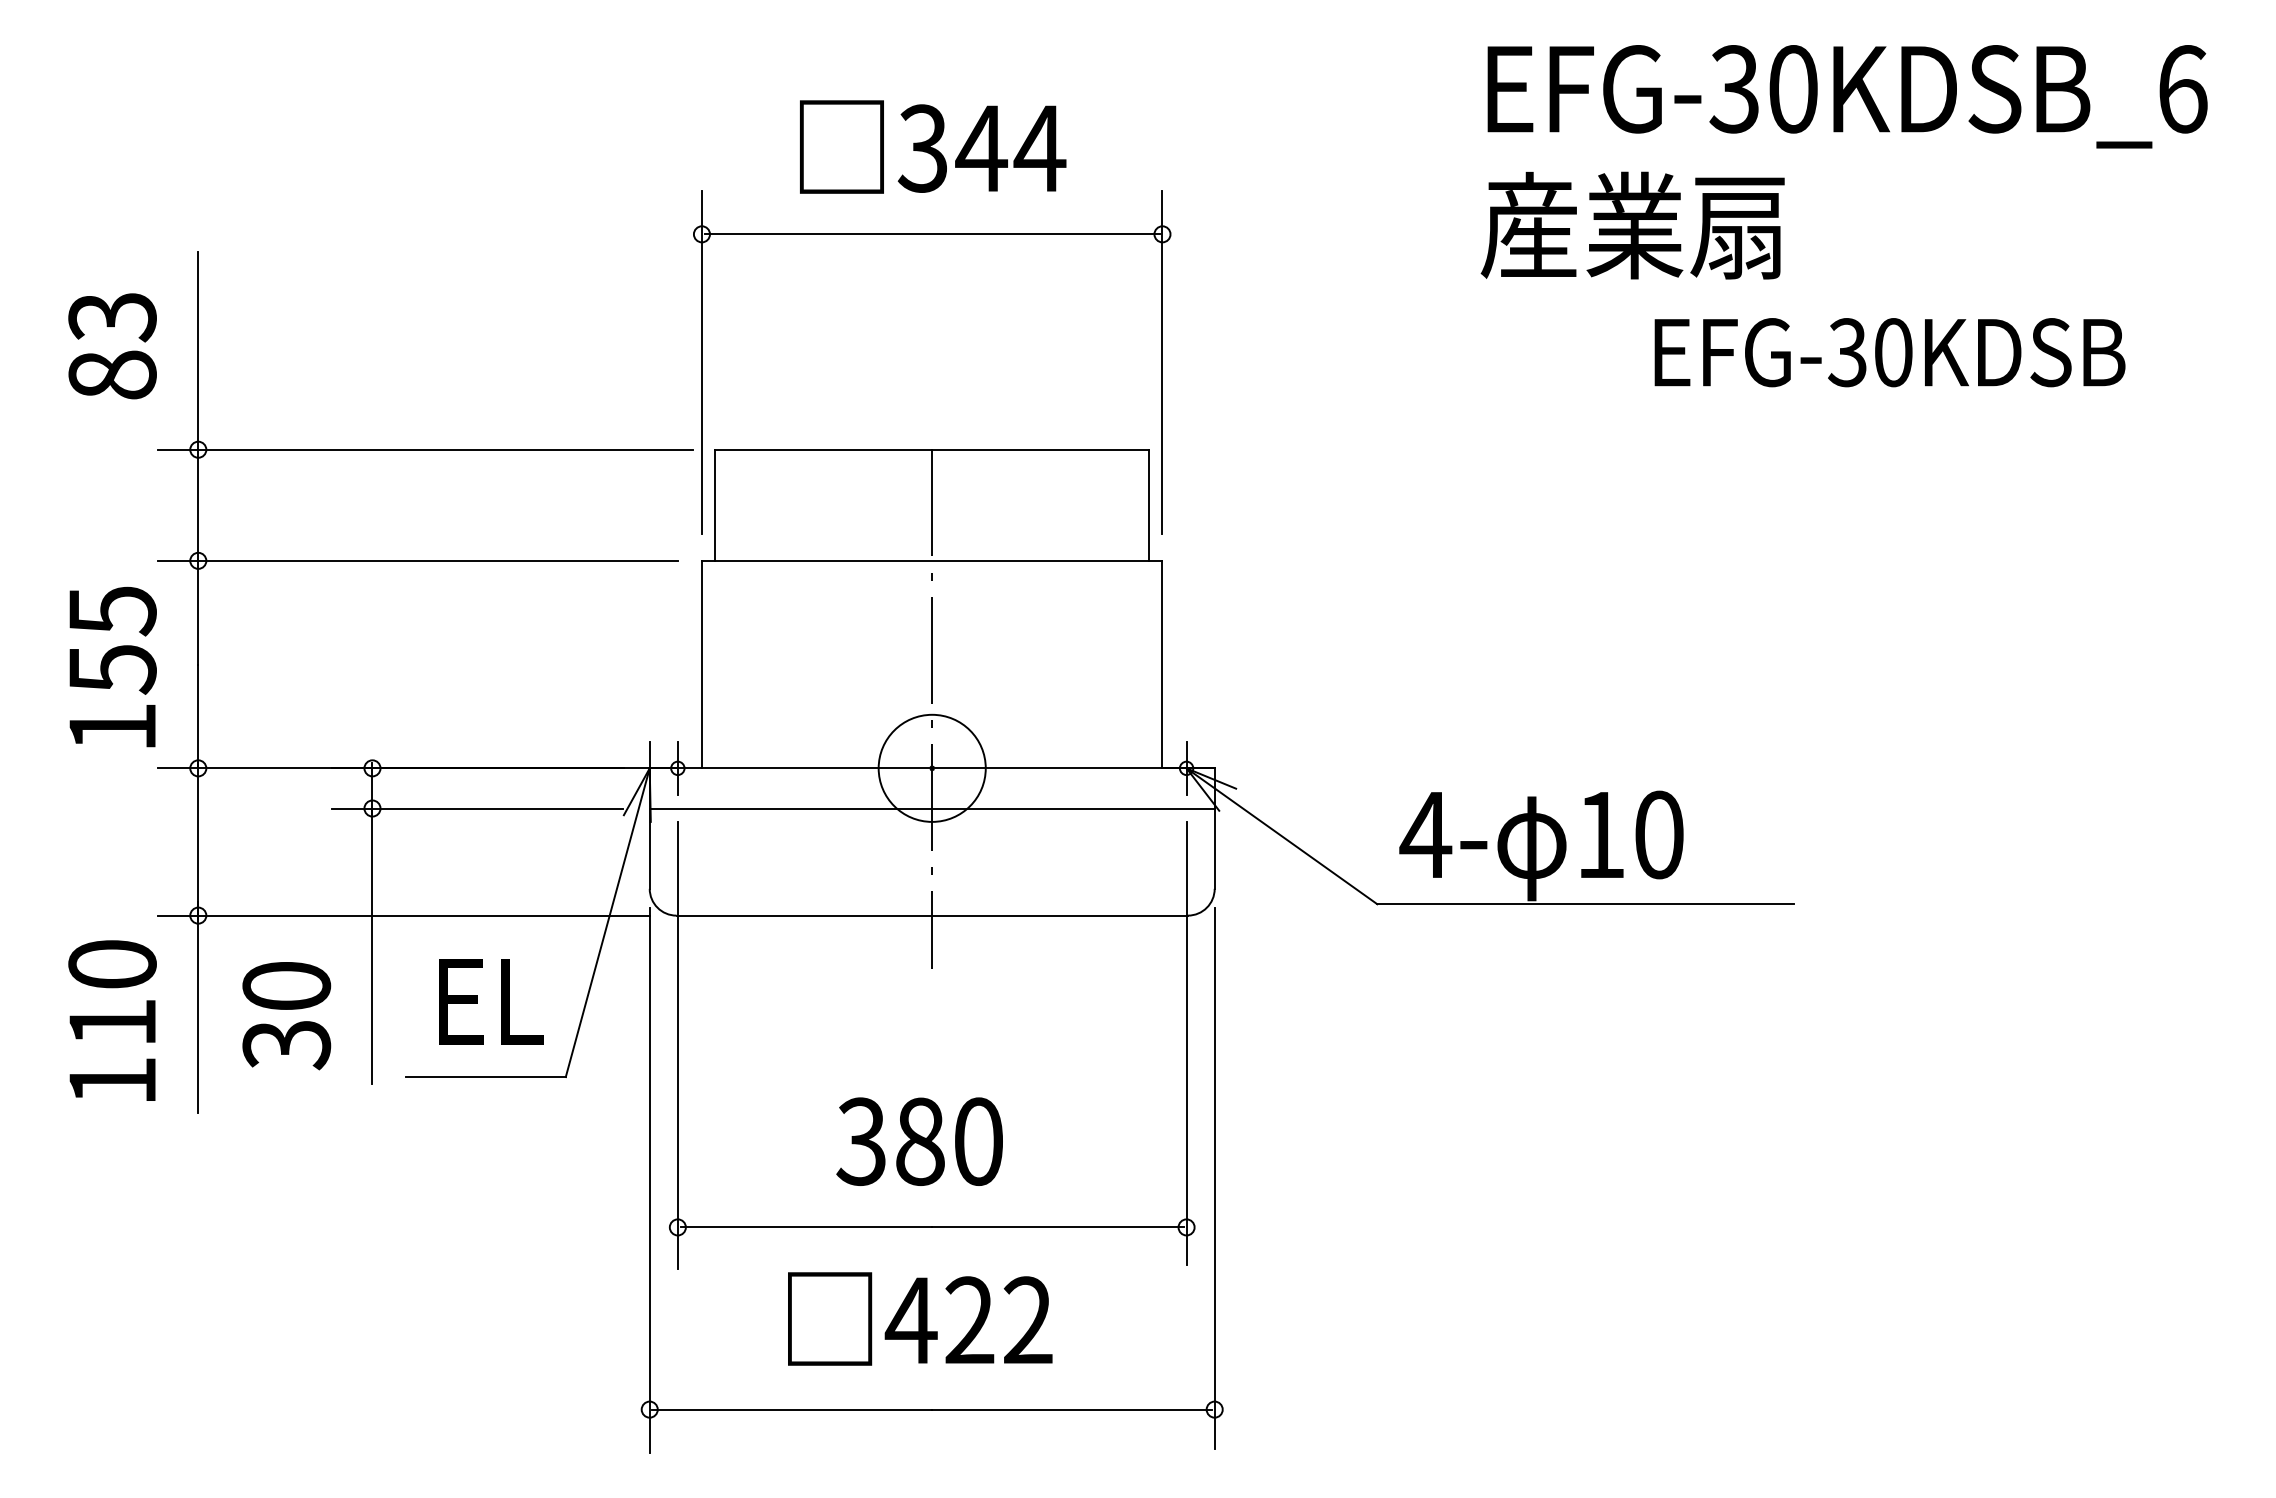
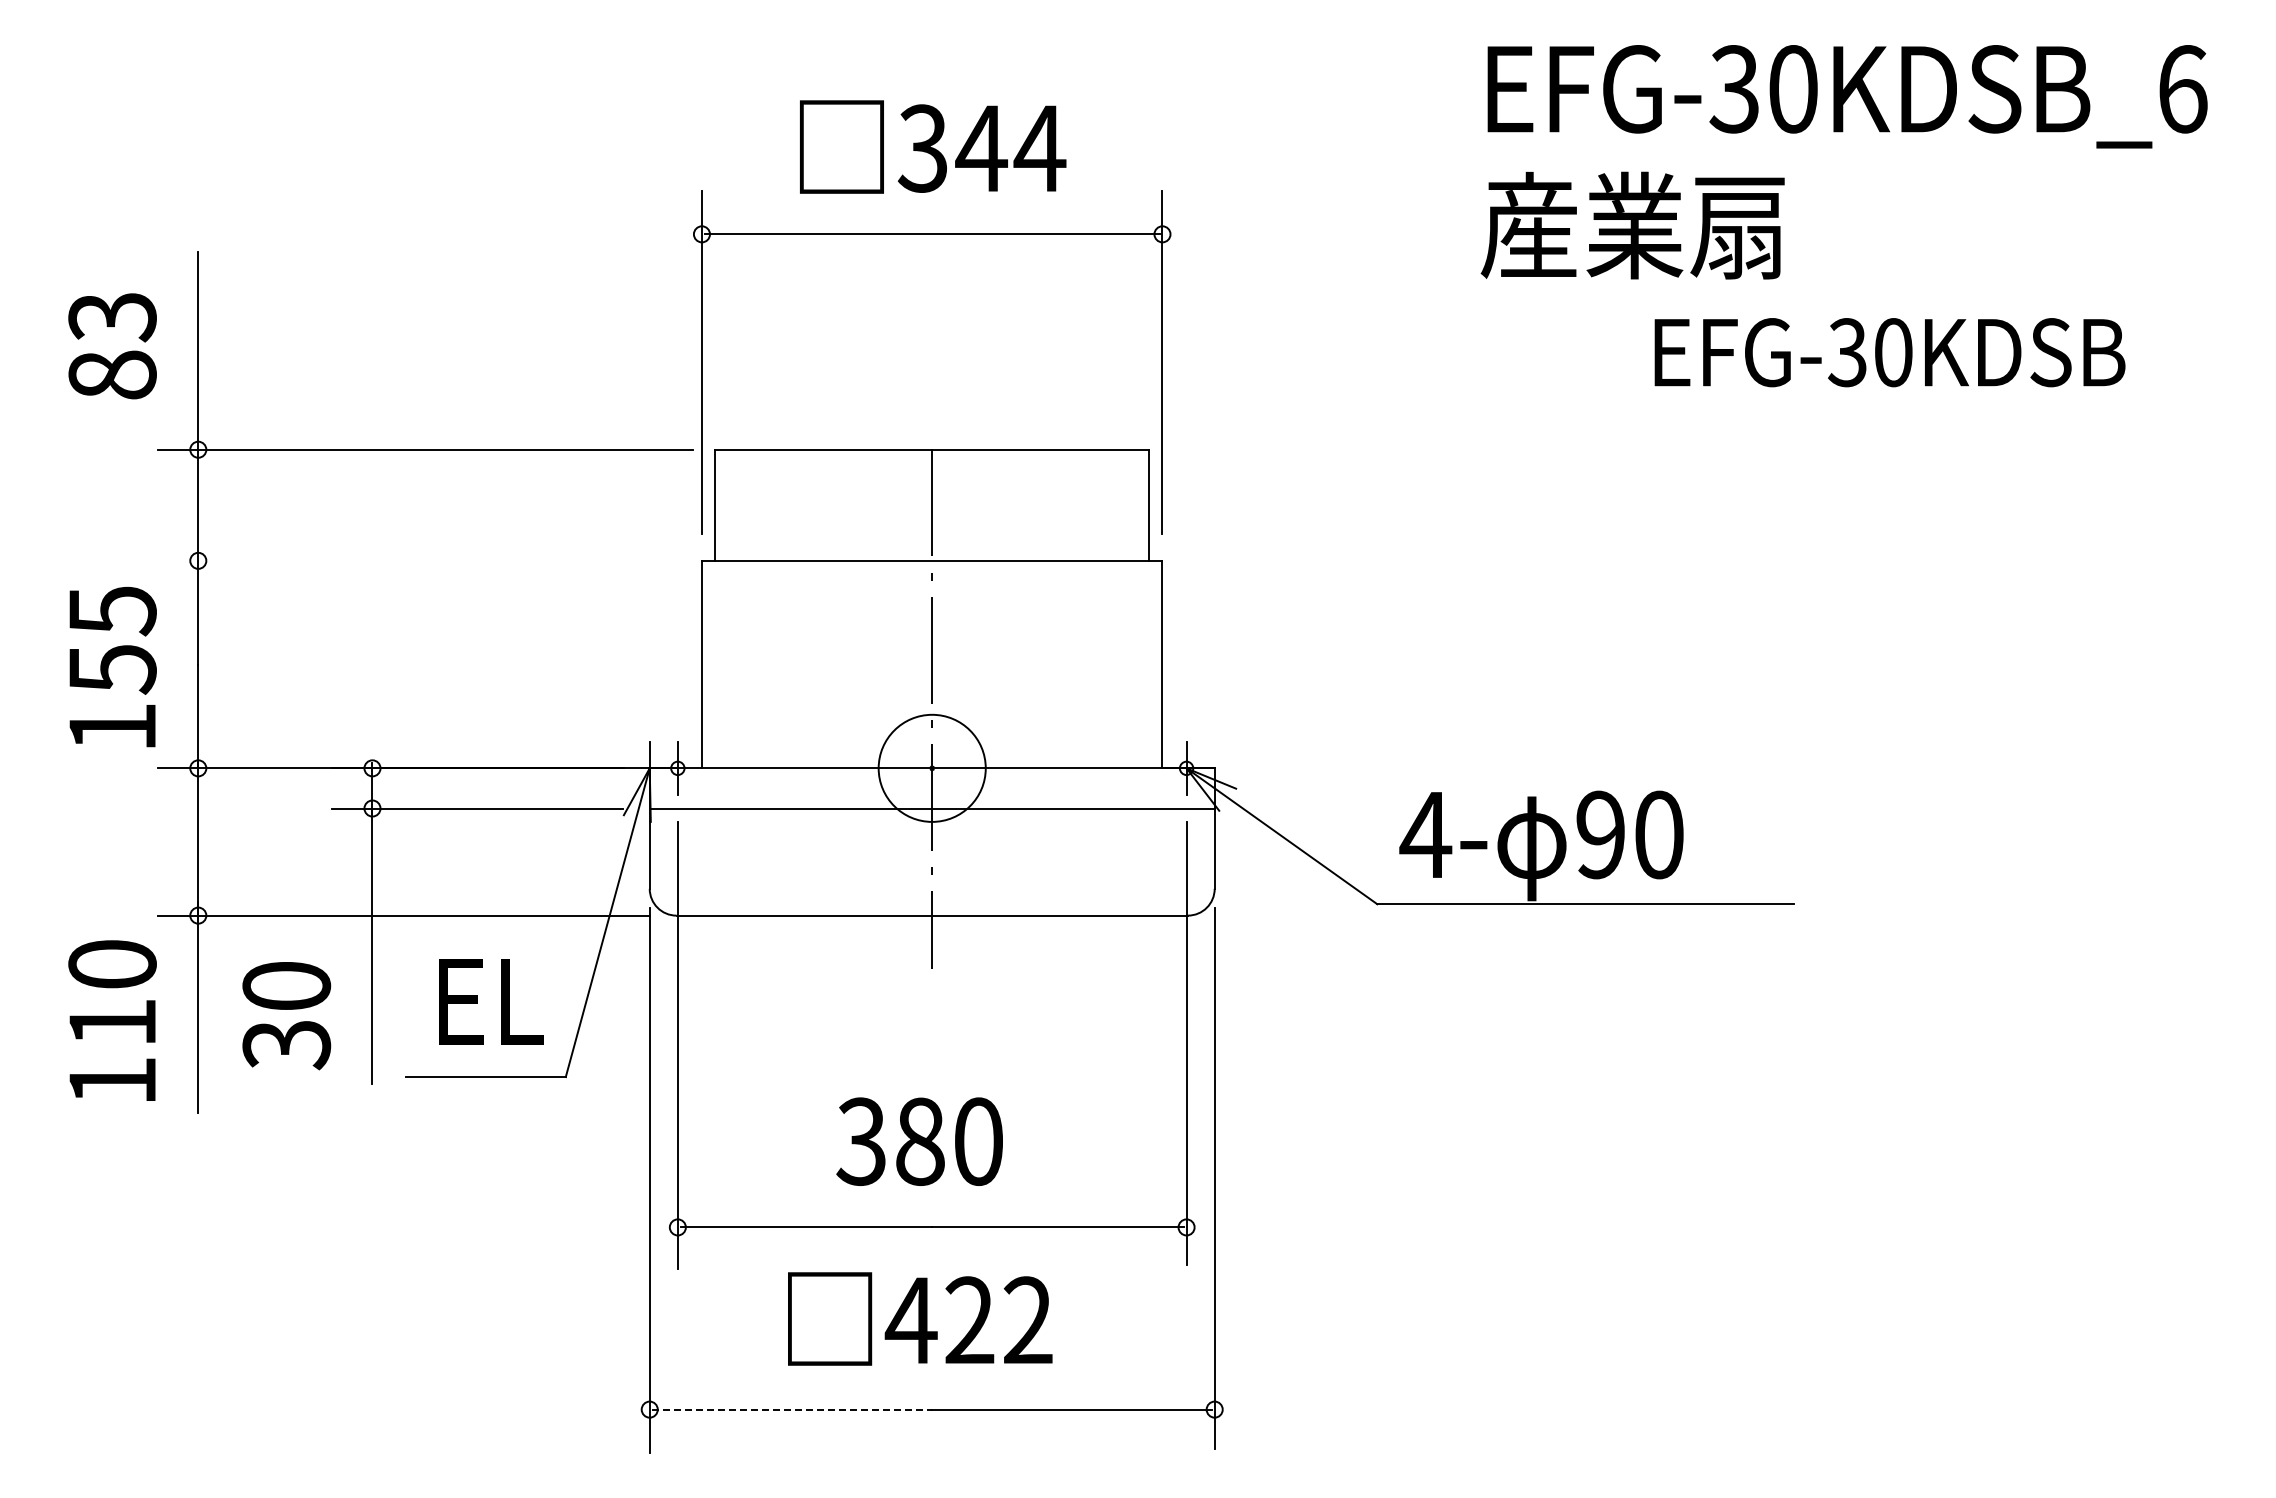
line at (417, 560): present -> none
text at (1600, 834): 10 -> 90
line at (792, 1409): solid -> dashed
